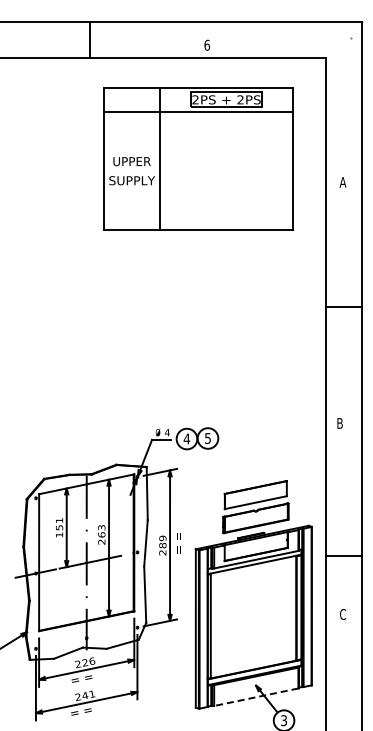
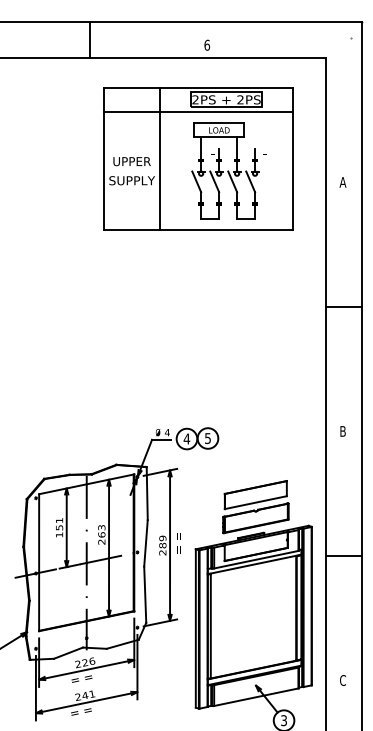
part at (228, 170): none -> present
text at (339, 423) position: (339, 423) -> (342, 431)
text at (342, 614) position: (342, 614) -> (342, 680)
line at (255, 697): dashed -> solid
